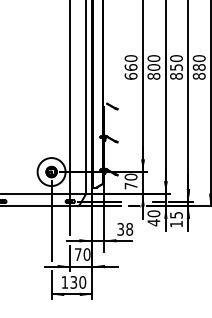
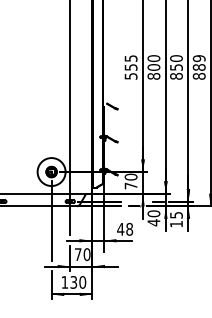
text at (199, 58): 880 -> 889
text at (130, 67): 660 -> 555
line at (85, 97): present -> none
text at (120, 228): 38 -> 48
